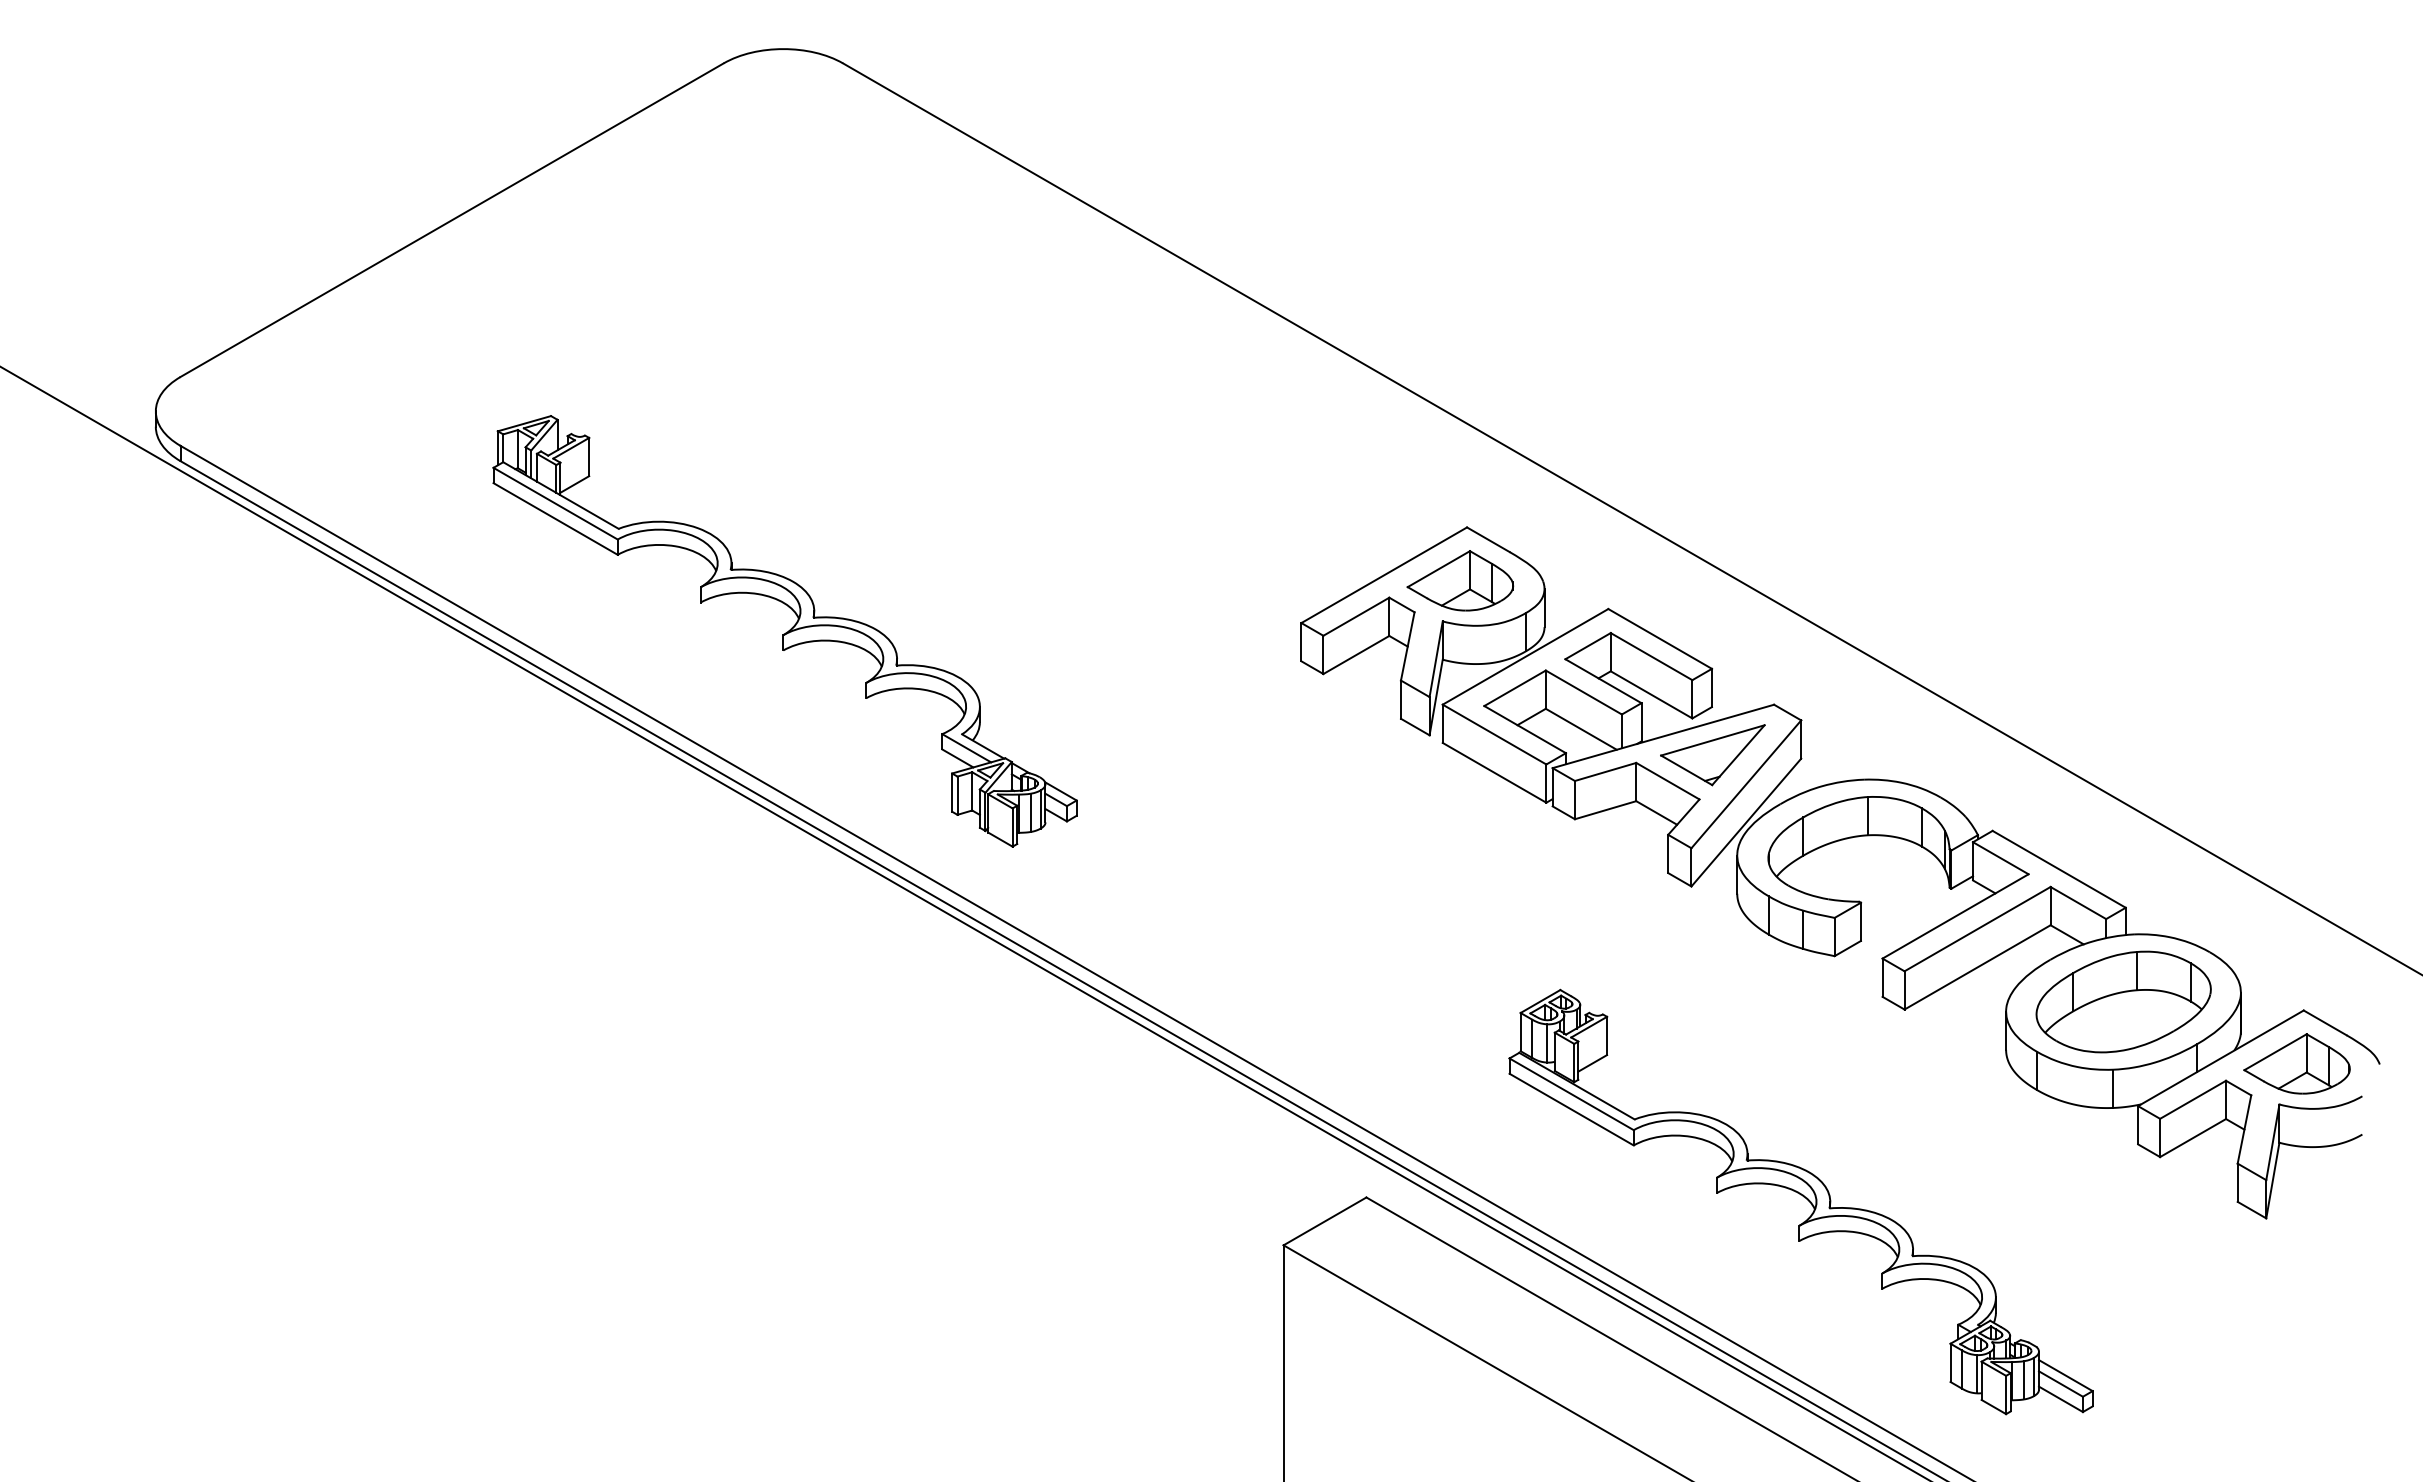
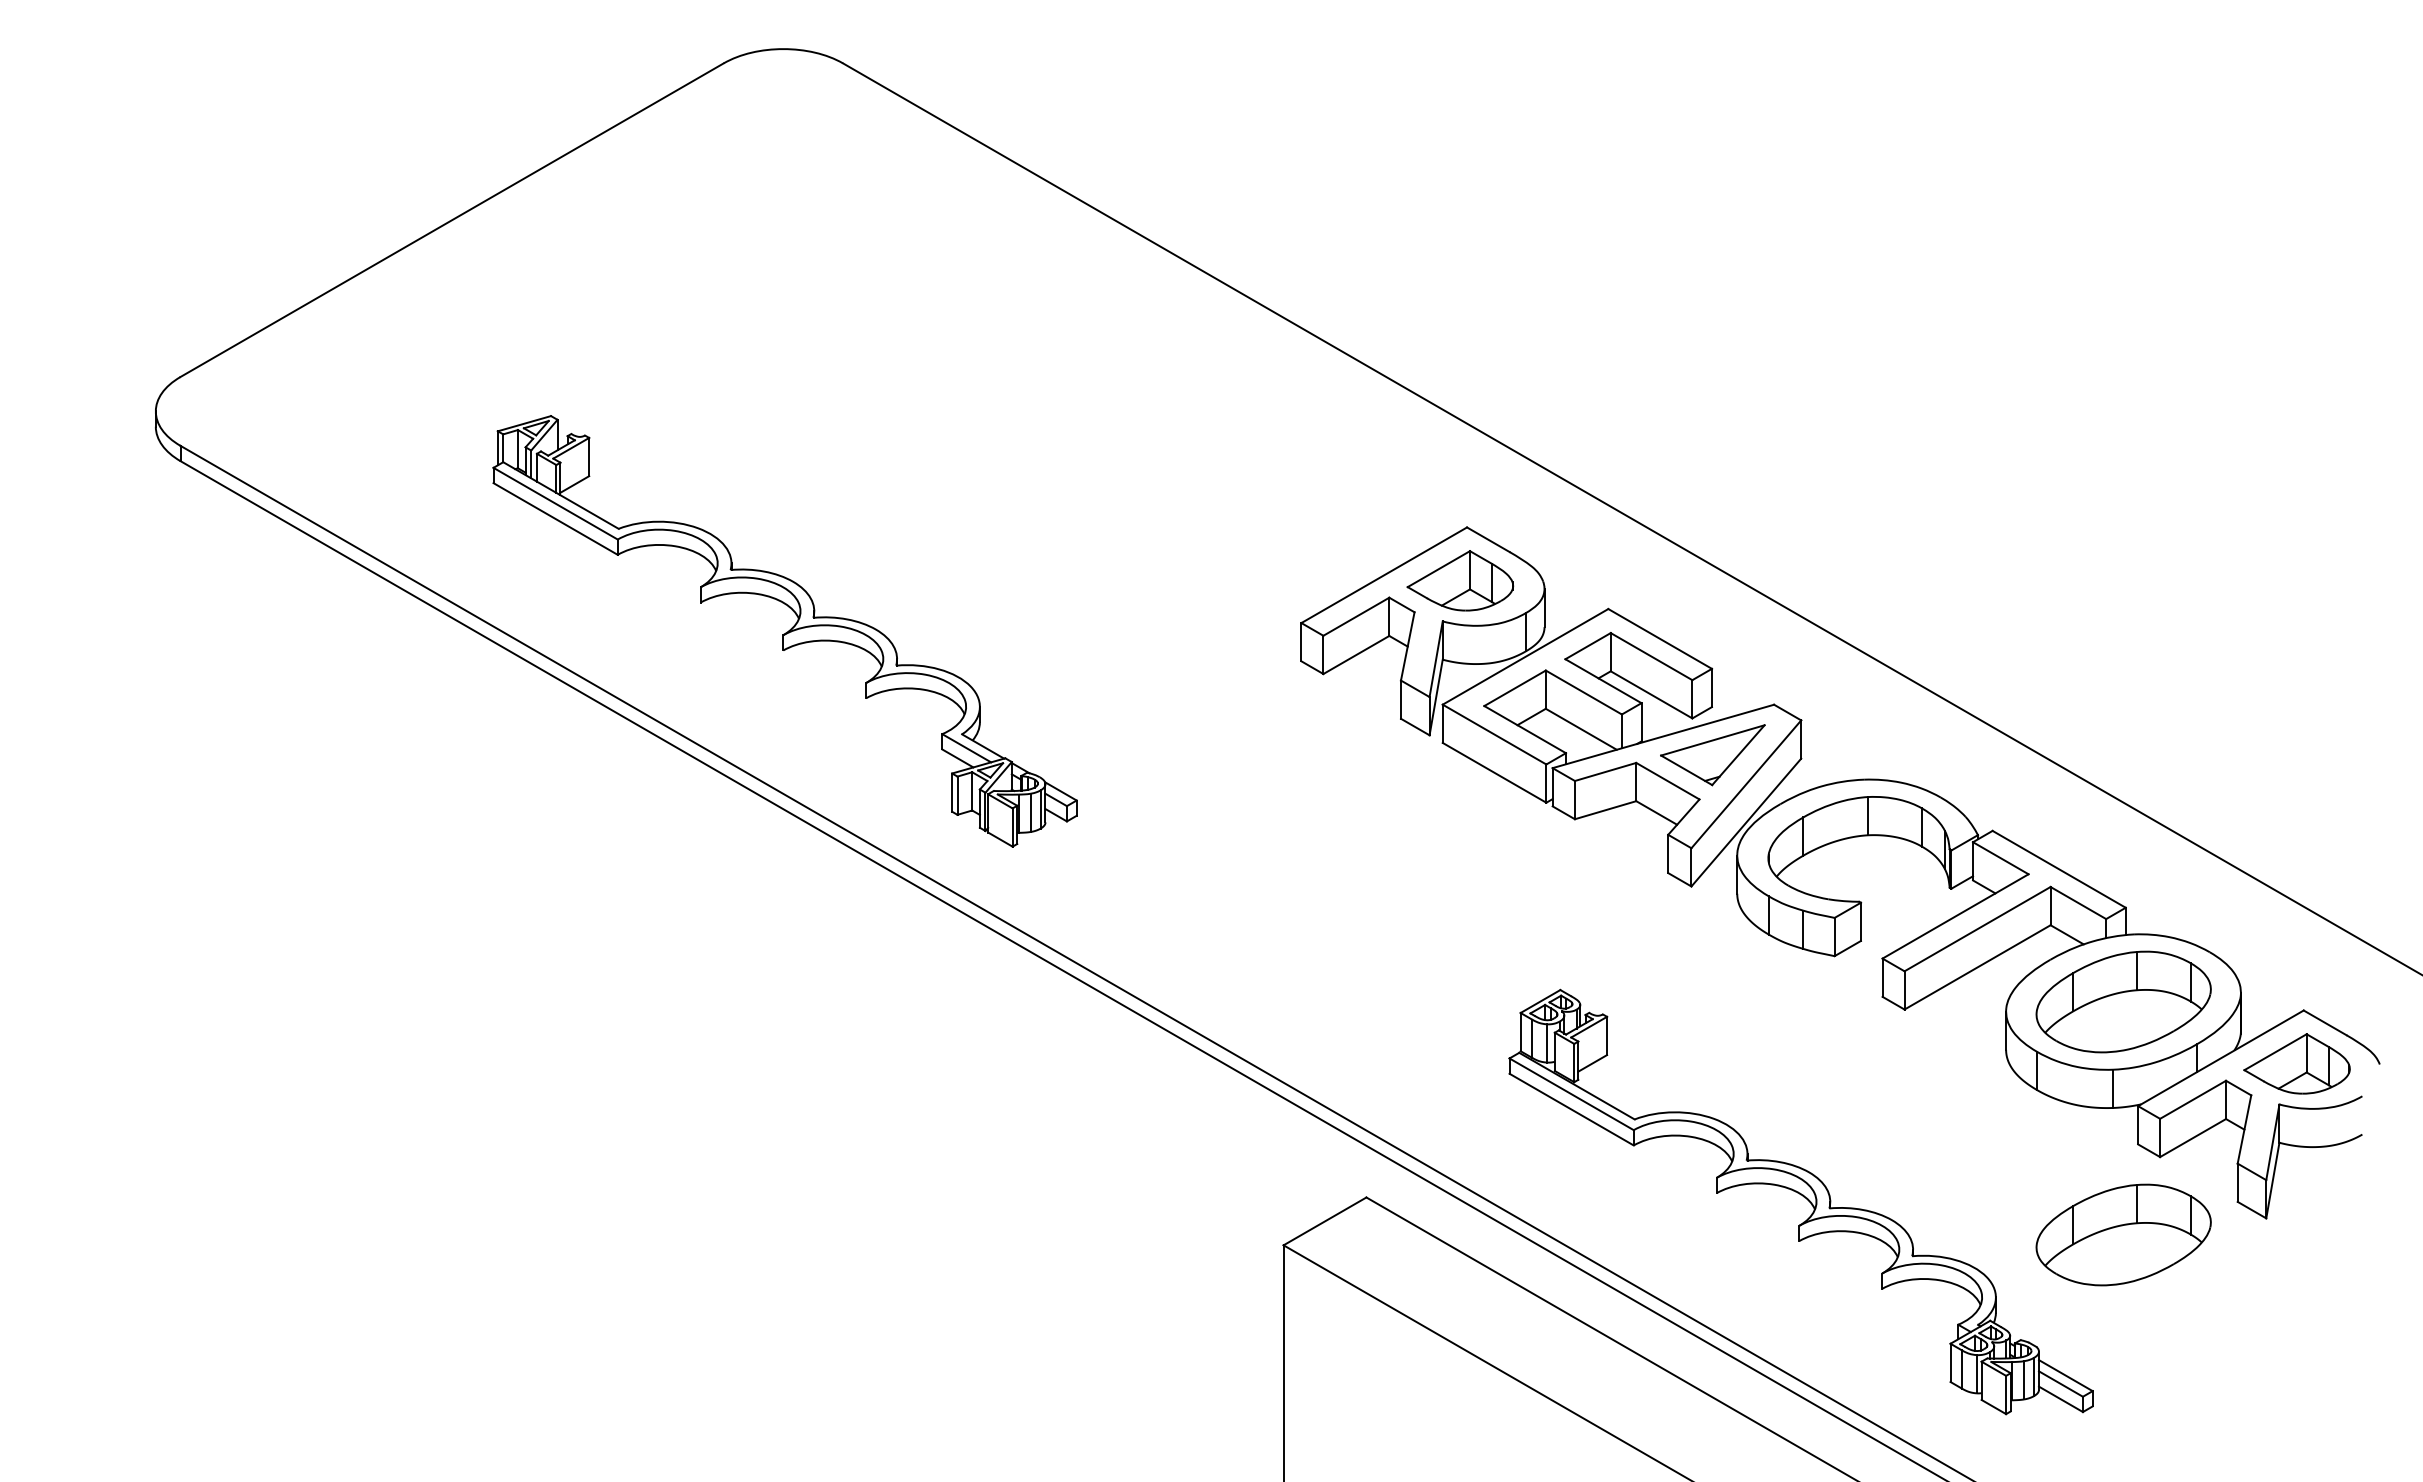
line at (964, 922): present -> none
part at (2123, 1234): none -> present
